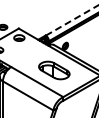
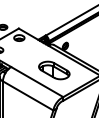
line at (72, 20): dashed -> solid
